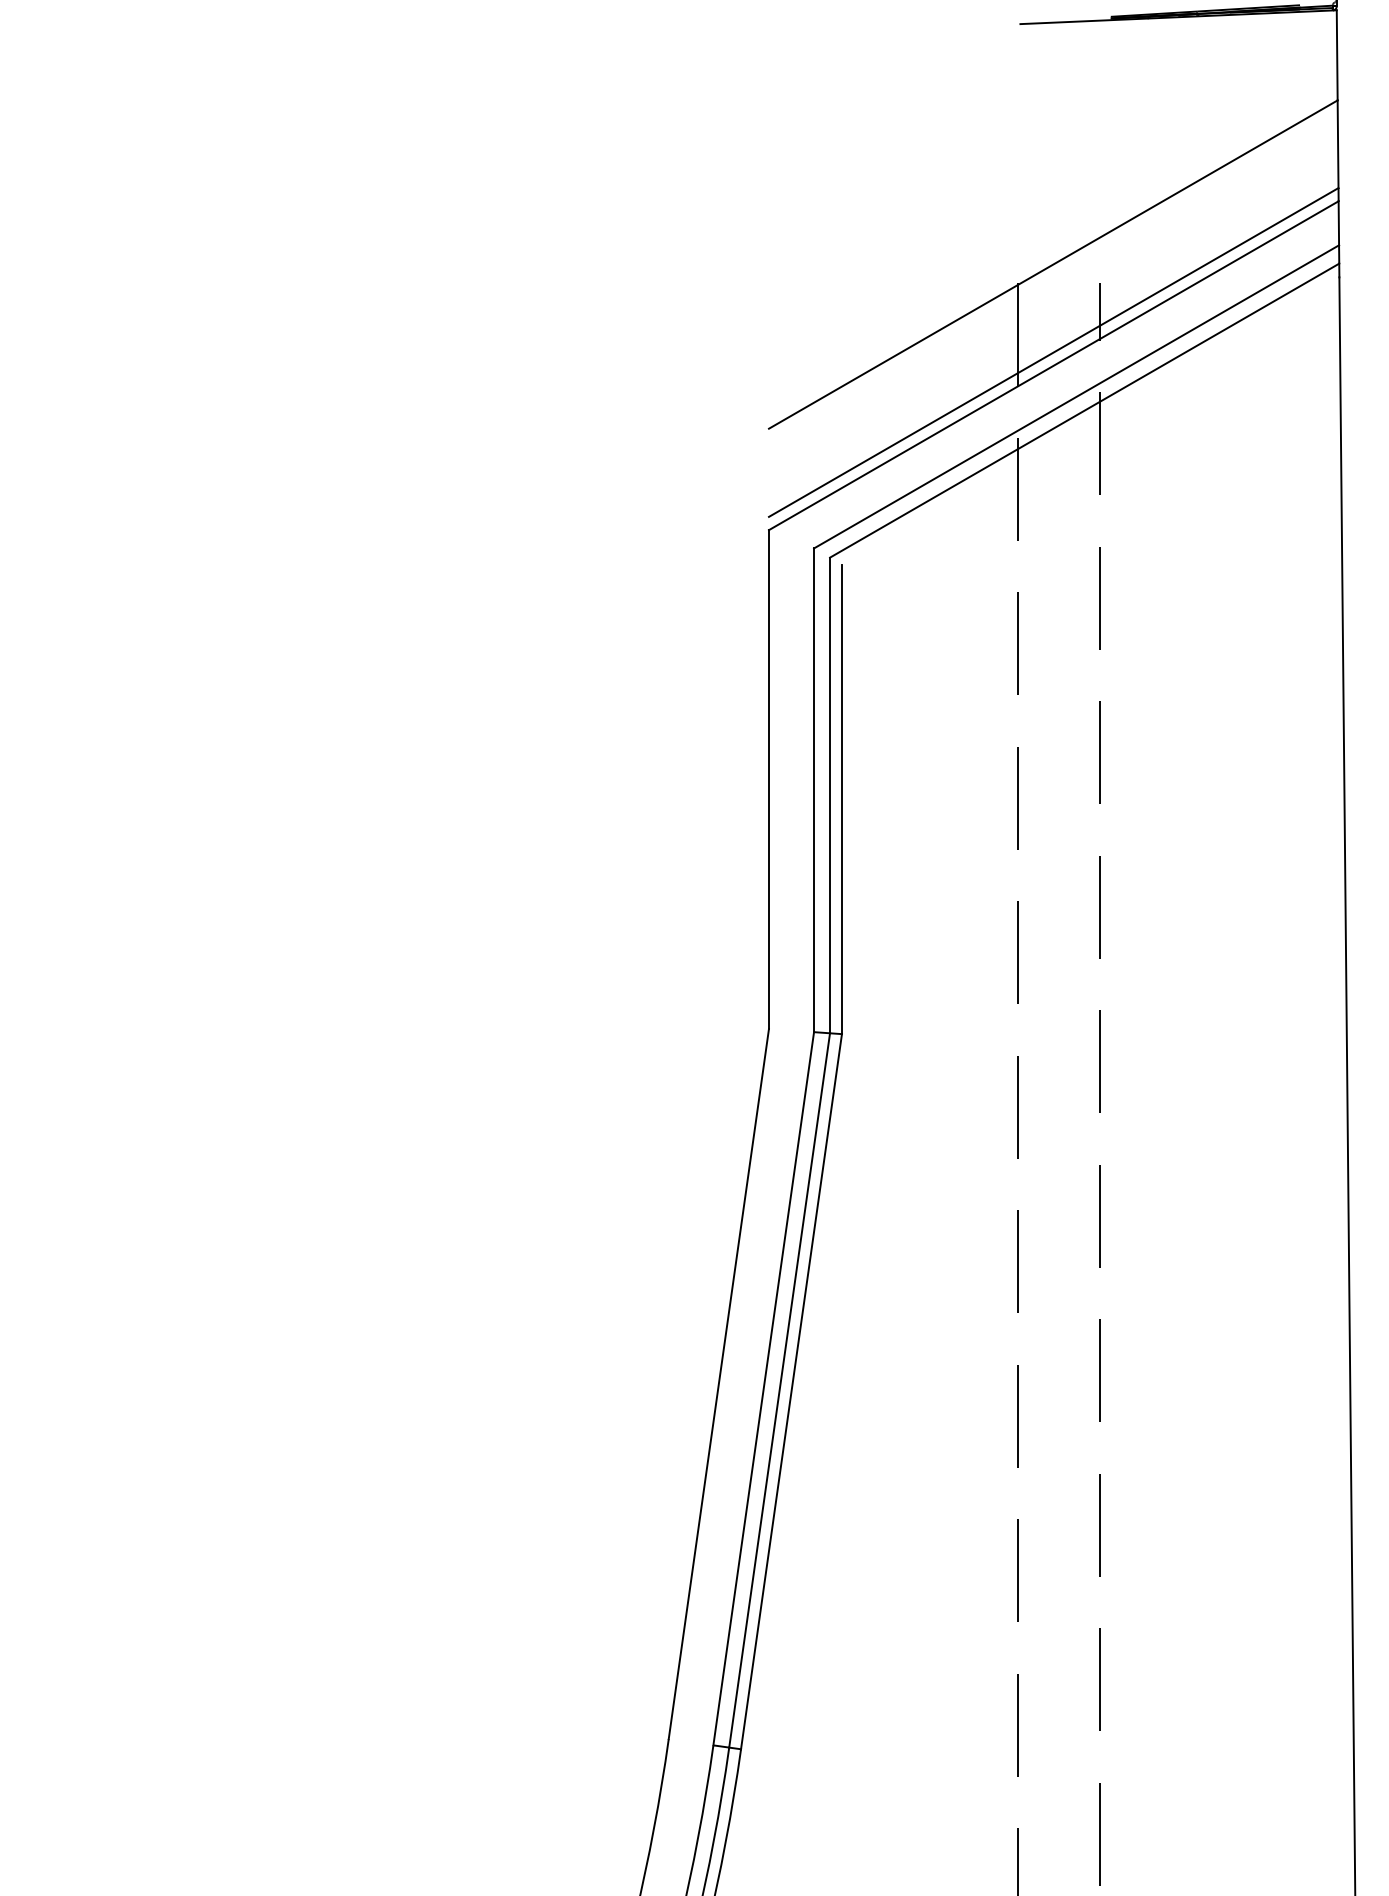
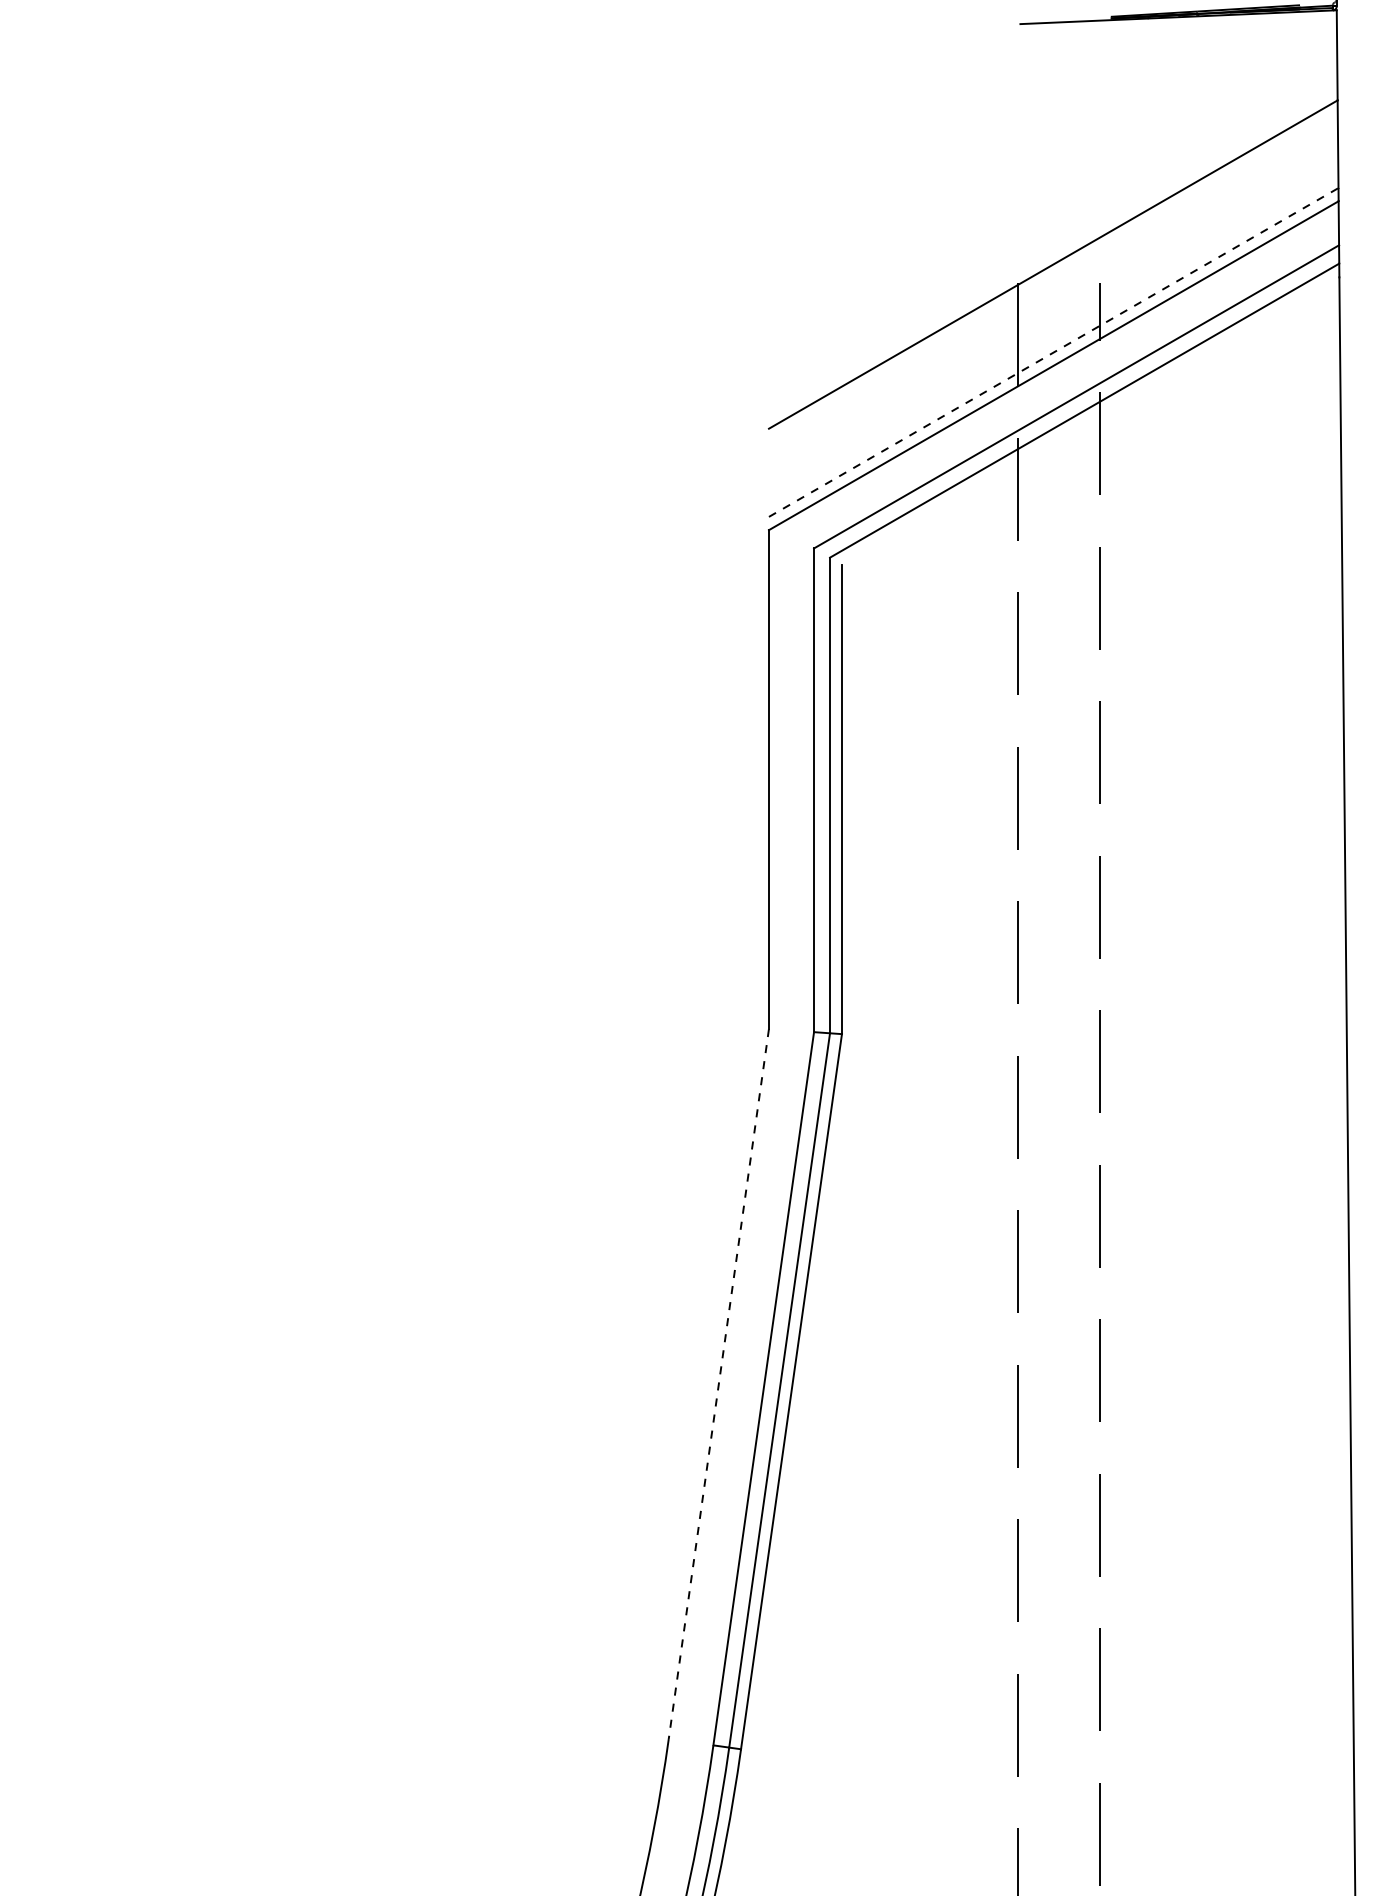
line at (1053, 352): solid -> dashed
line at (718, 1384): solid -> dashed
